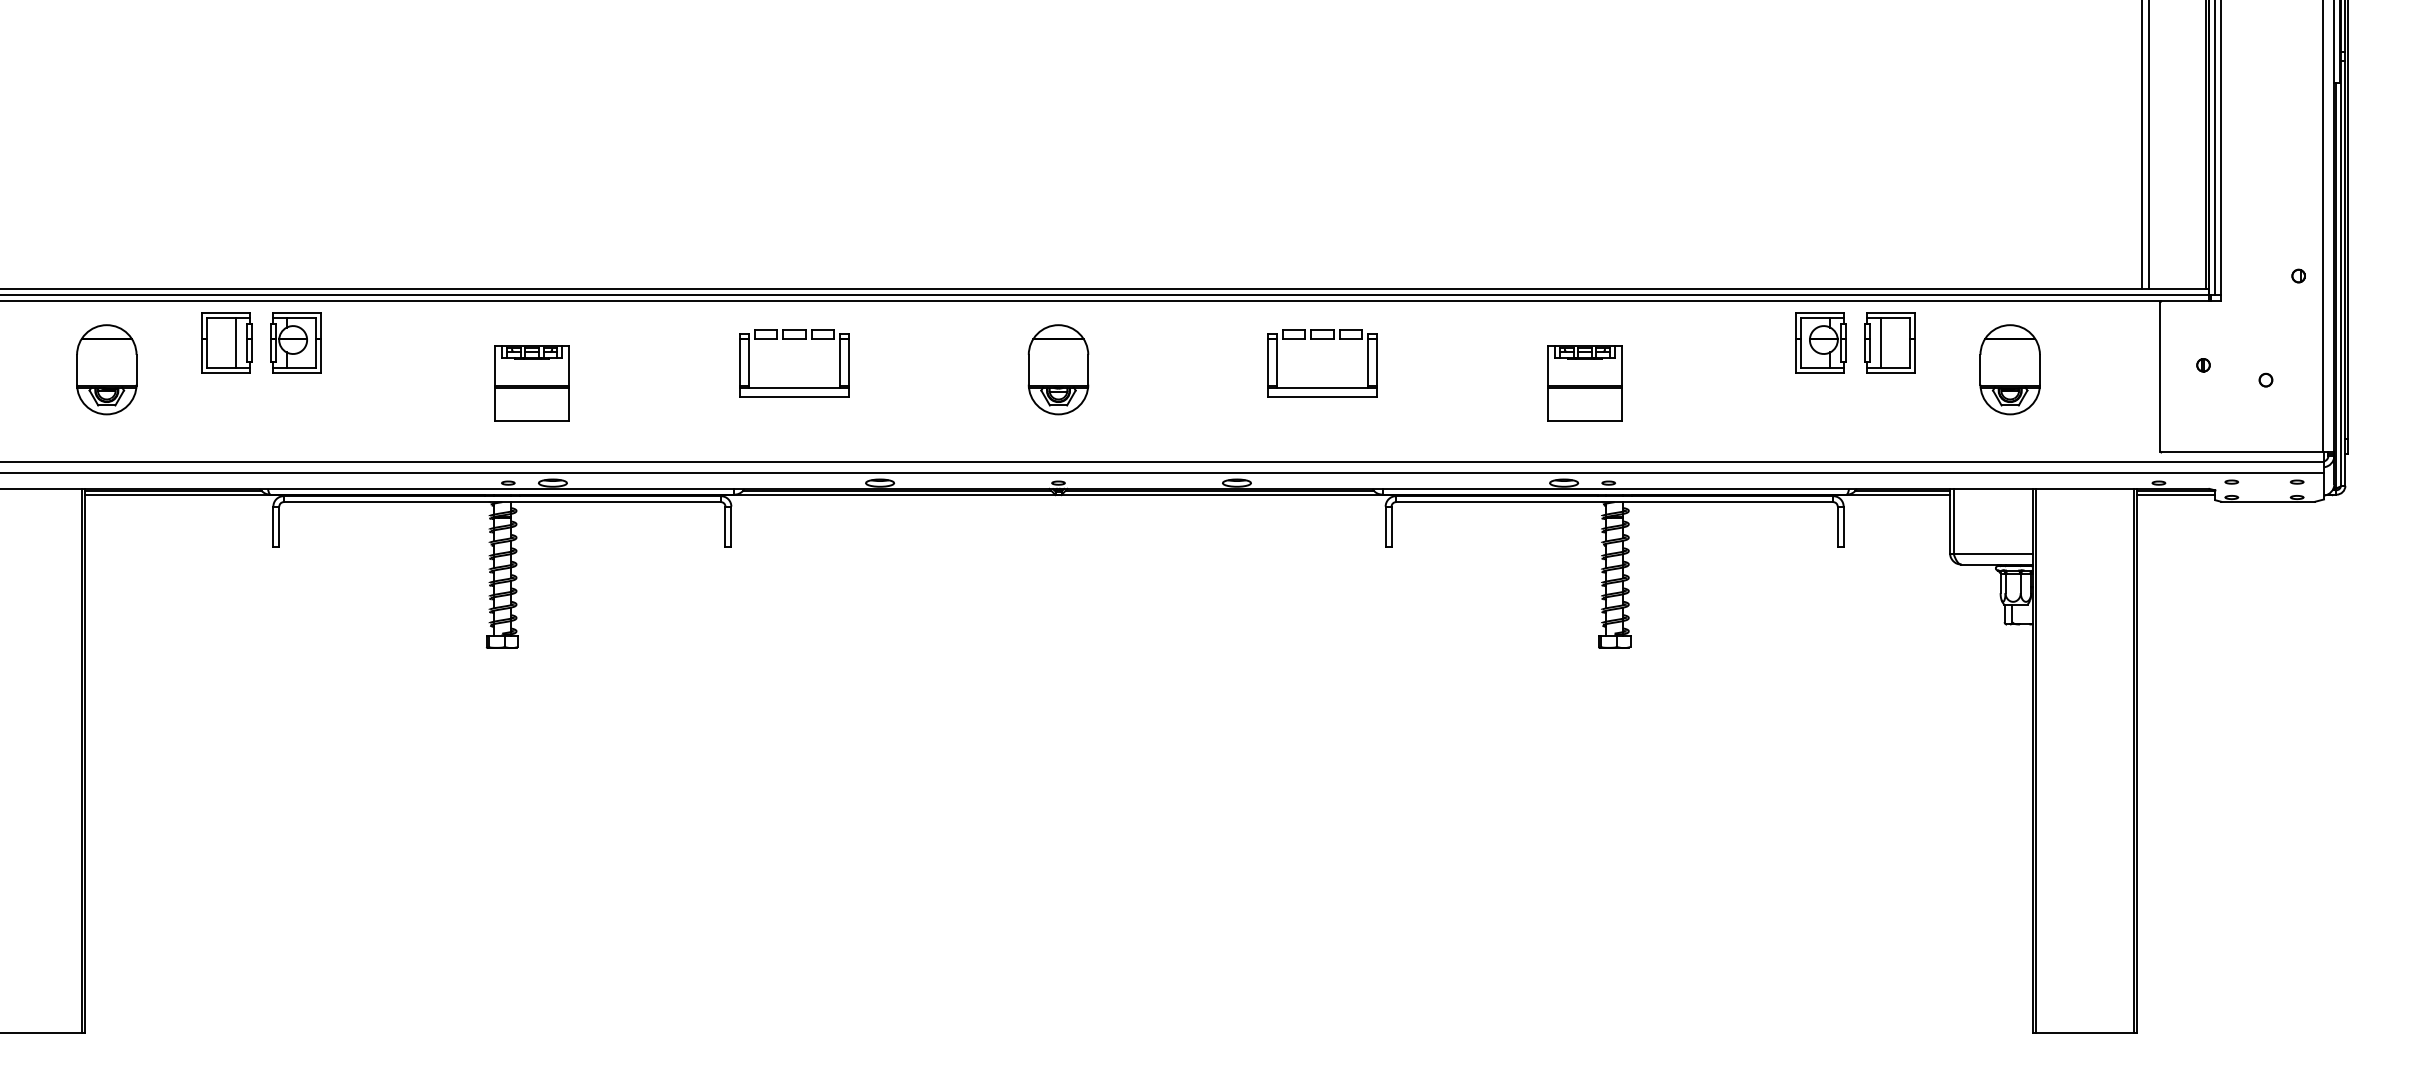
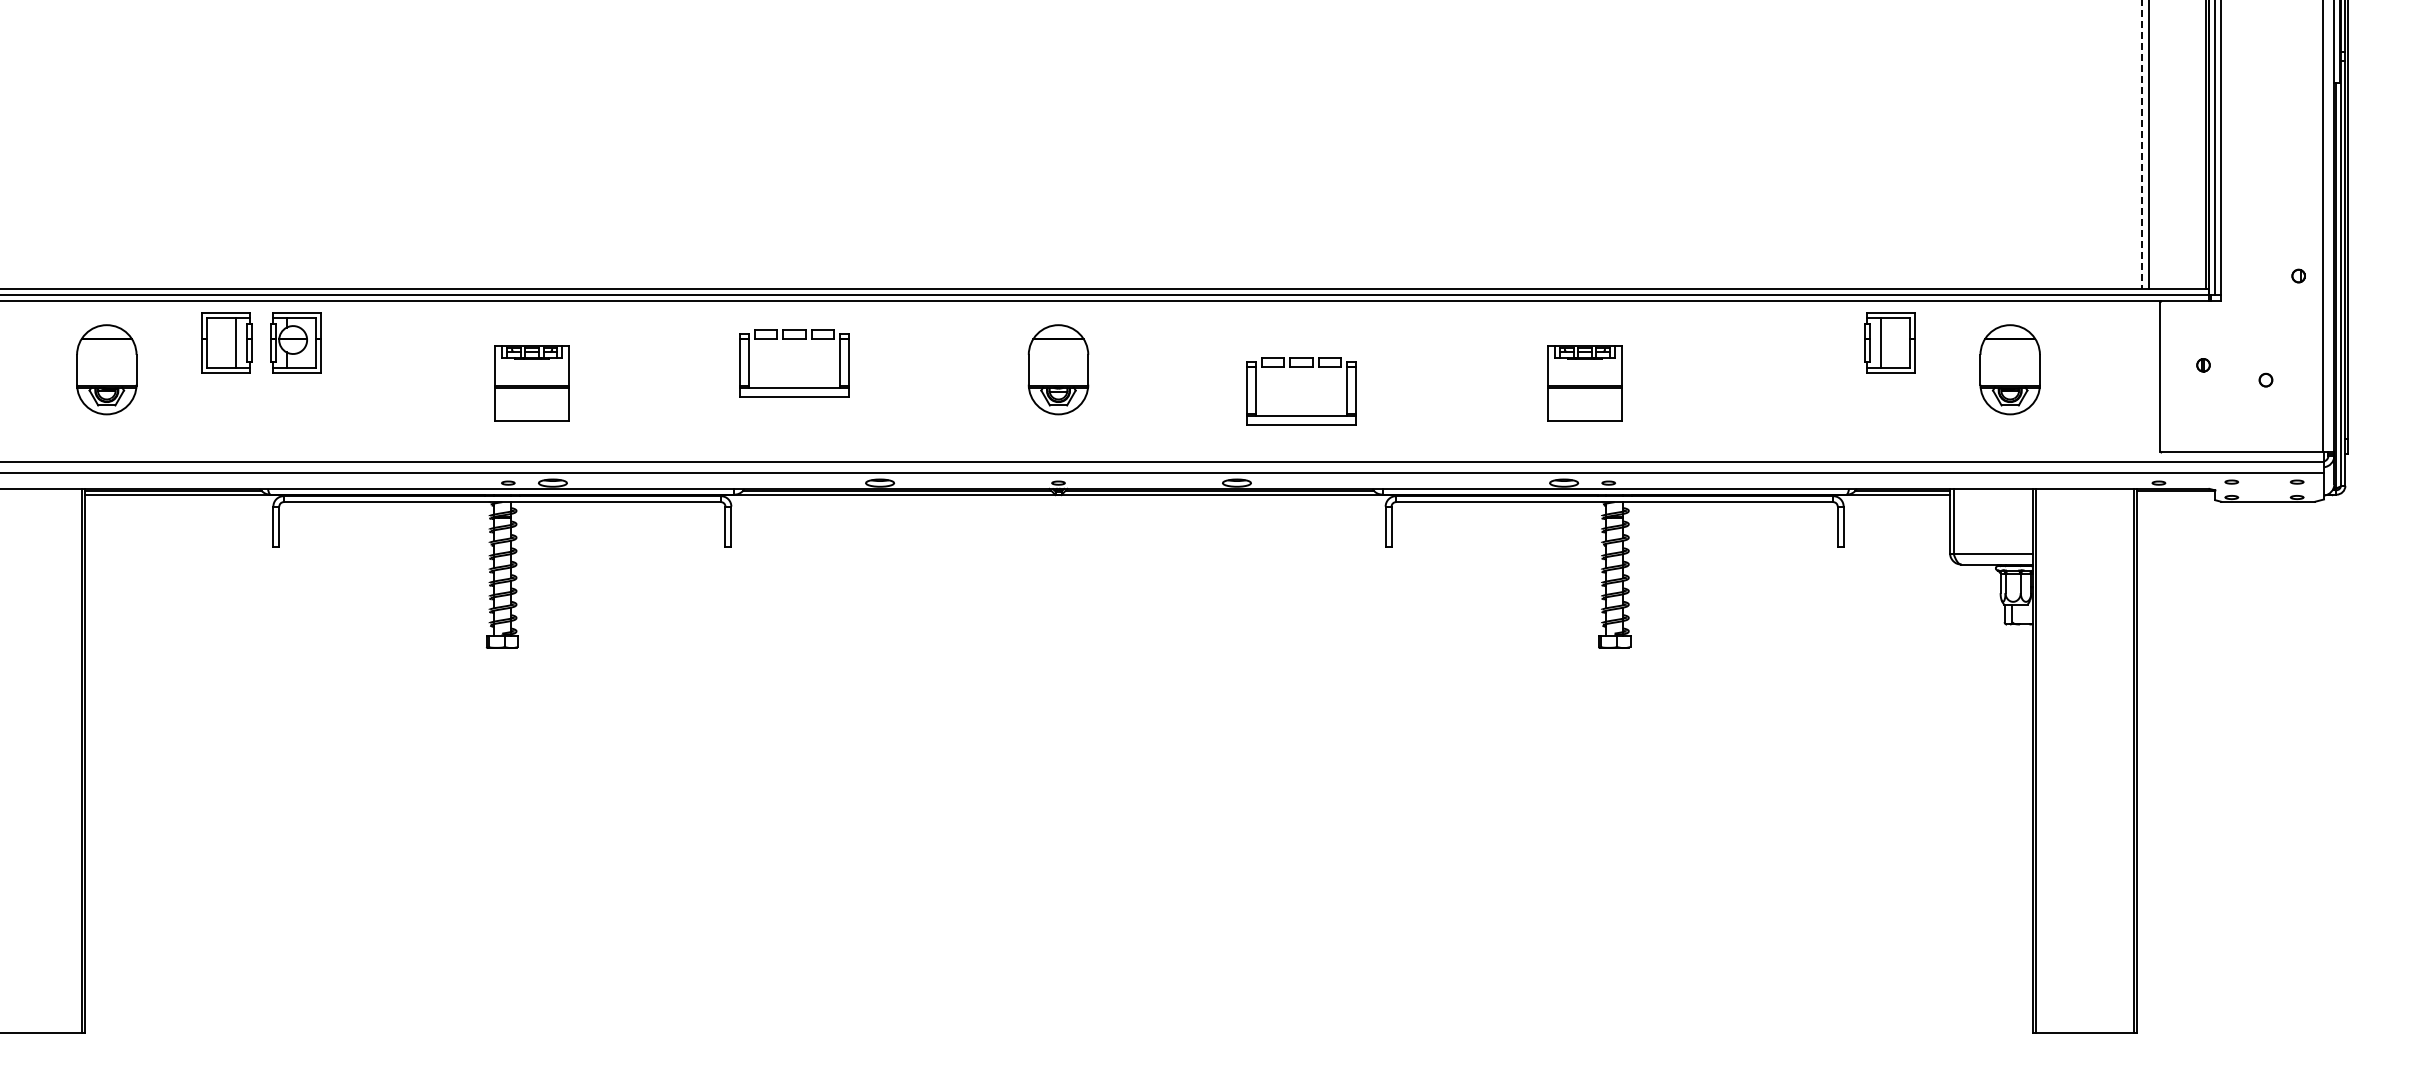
line at (2141, 145): solid -> dashed
part at (1322, 339) position: (1322, 339) -> (1301, 367)
part at (1820, 342): present -> none
line at (2175, 495): present -> none
